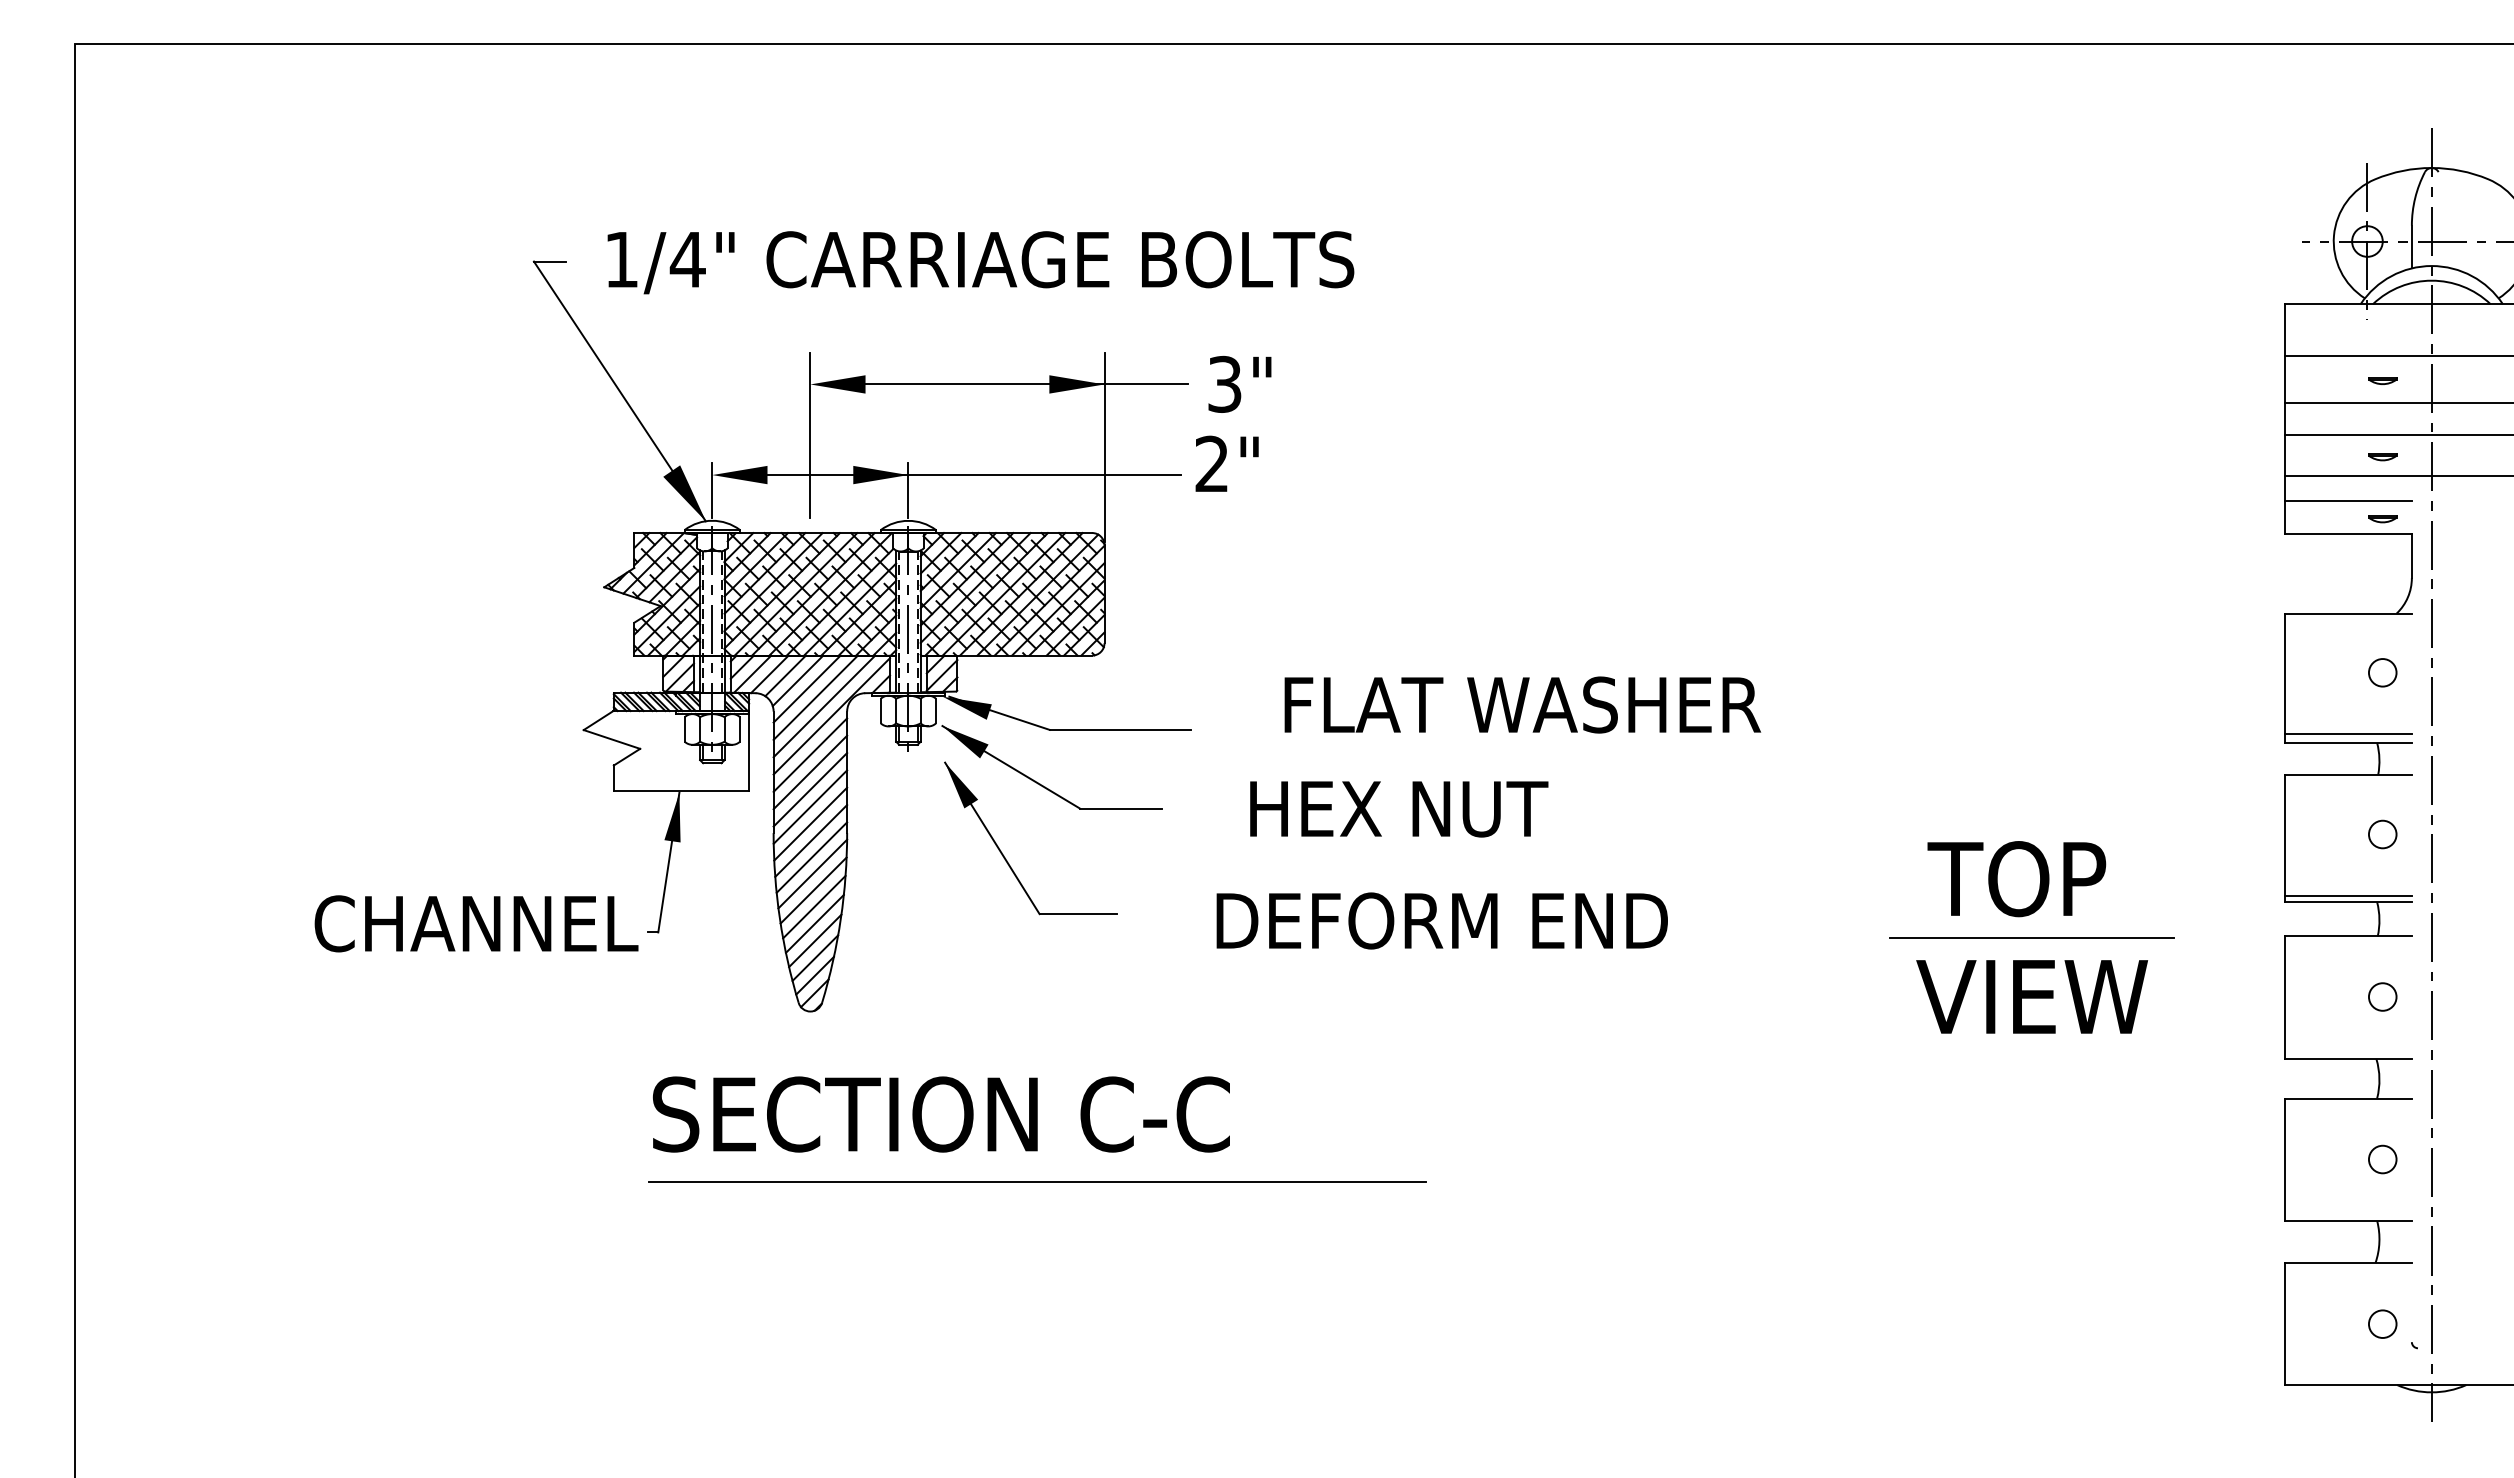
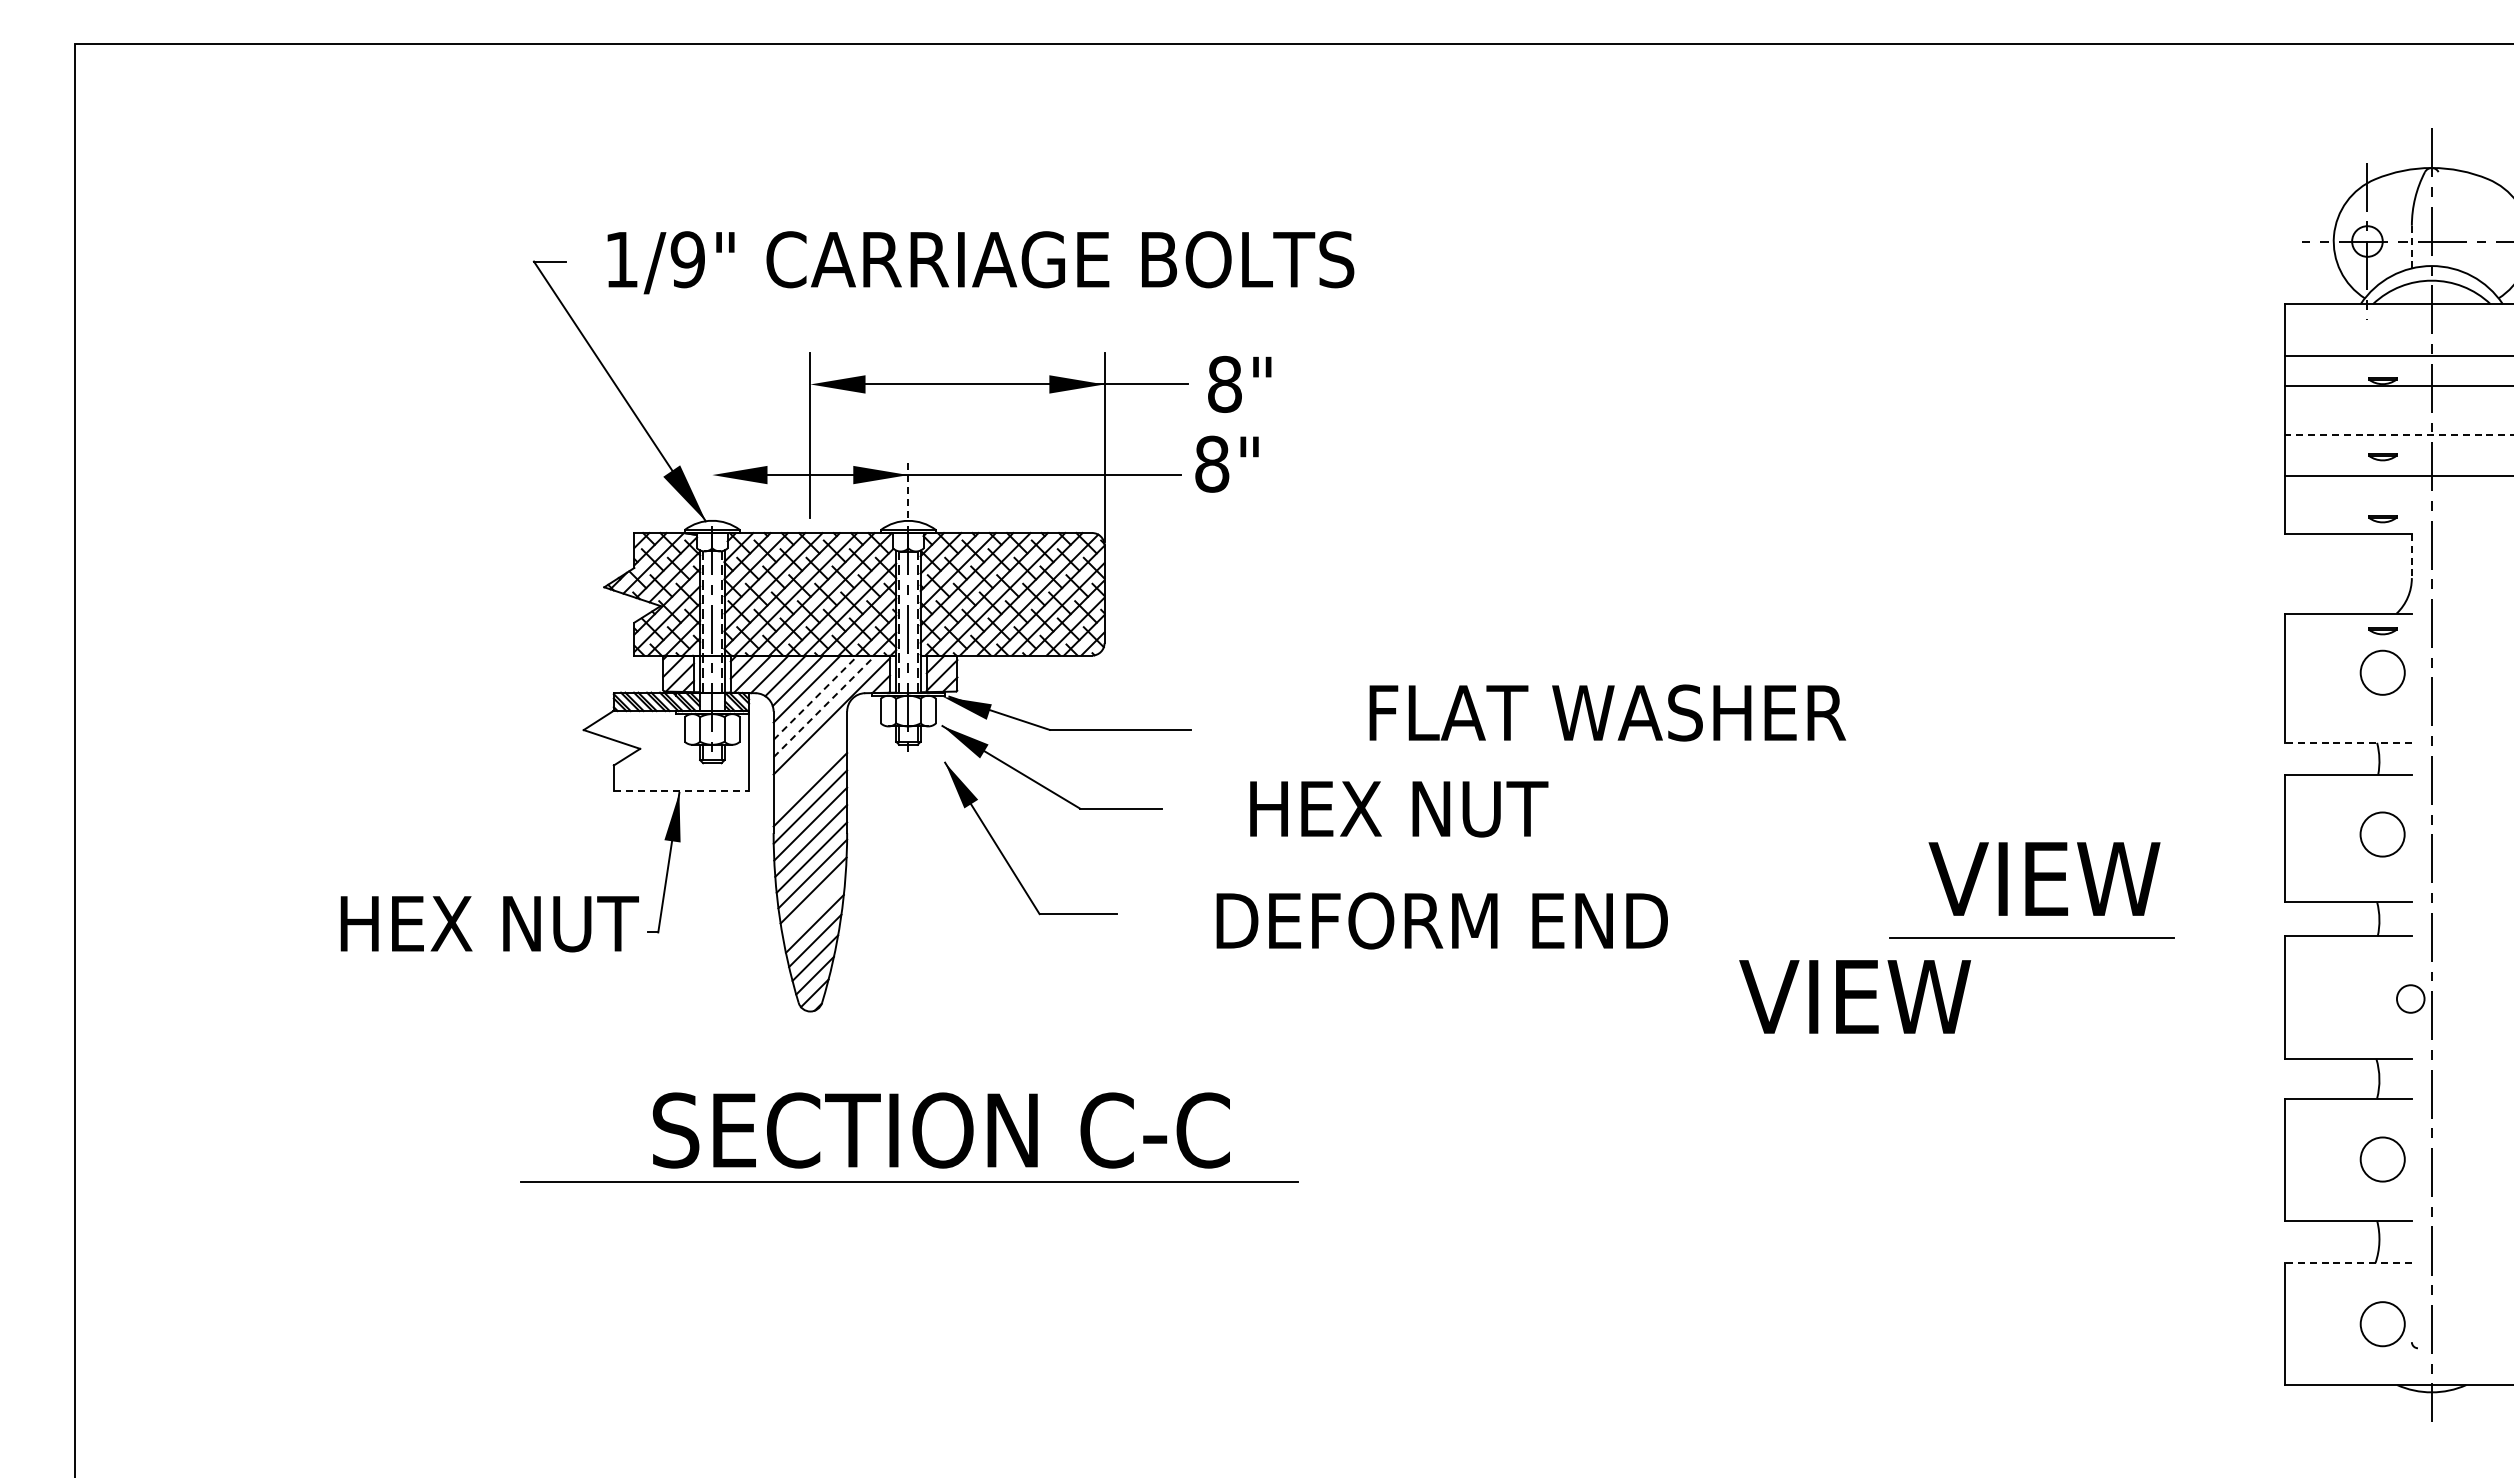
line at (2411, 247): solid -> dashed
text at (687, 259): 1/4" -> 1/9"
text at (1224, 384): 3" -> 8"
line at (2397, 403) position: (2397, 403) -> (2397, 386)
line at (2398, 435): solid -> dashed
text at (1212, 463): 2" -> 8"
line at (712, 489): present -> none
line at (908, 489): solid -> dashed
line at (2347, 500): present -> none
line at (2411, 556): solid -> dashed
part at (2382, 631): none -> present
circle at (2382, 672) diameter: 28 px -> 44 px
line at (815, 697): solid -> dashed
text at (1522, 704) position: (1522, 704) -> (1607, 712)
line at (824, 706): solid -> dashed
line at (2347, 734): present -> none
line at (2348, 742): solid -> dashed
line at (810, 754): present -> none
line at (810, 772): present -> none
line at (681, 790): solid -> dashed
circle at (2382, 834) size: 30x31 px -> 47x47 px
text at (2043, 879): TOP -> VIEW
line at (2347, 896): present -> none
line at (814, 906): present -> none
text at (476, 923): CHANNEL -> HEX NUT
text at (2032, 996) position: (2032, 996) -> (1855, 996)
circle at (2382, 996) position: (2382, 996) -> (2410, 998)
text at (940, 1114) position: (940, 1114) -> (940, 1130)
circle at (2382, 1159) diameter: 28 px -> 44 px
line at (1037, 1181) position: (1037, 1181) -> (909, 1181)
line at (2348, 1263): solid -> dashed
circle at (2382, 1323) diameter: 28 px -> 44 px
